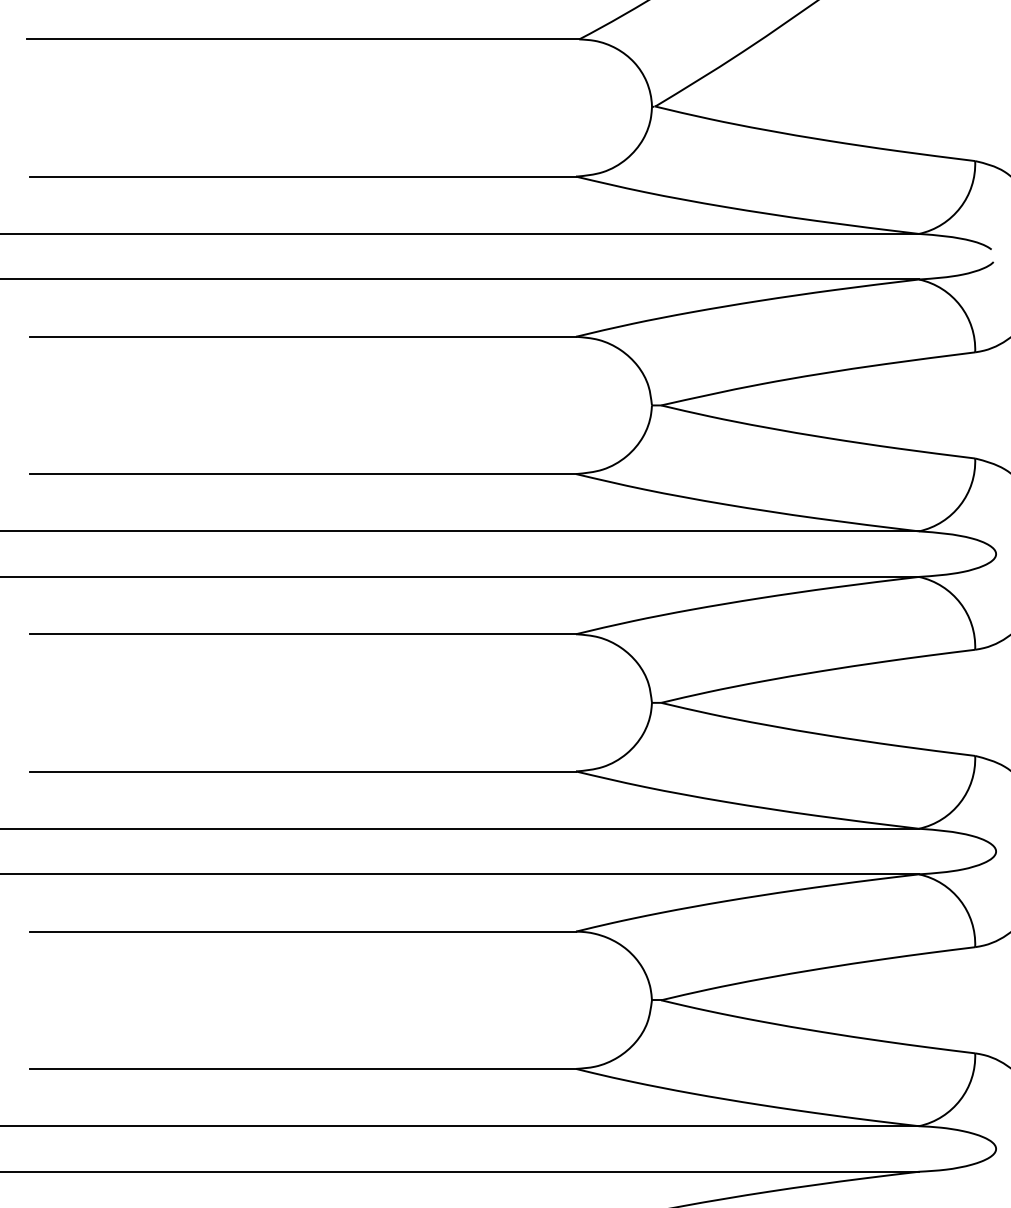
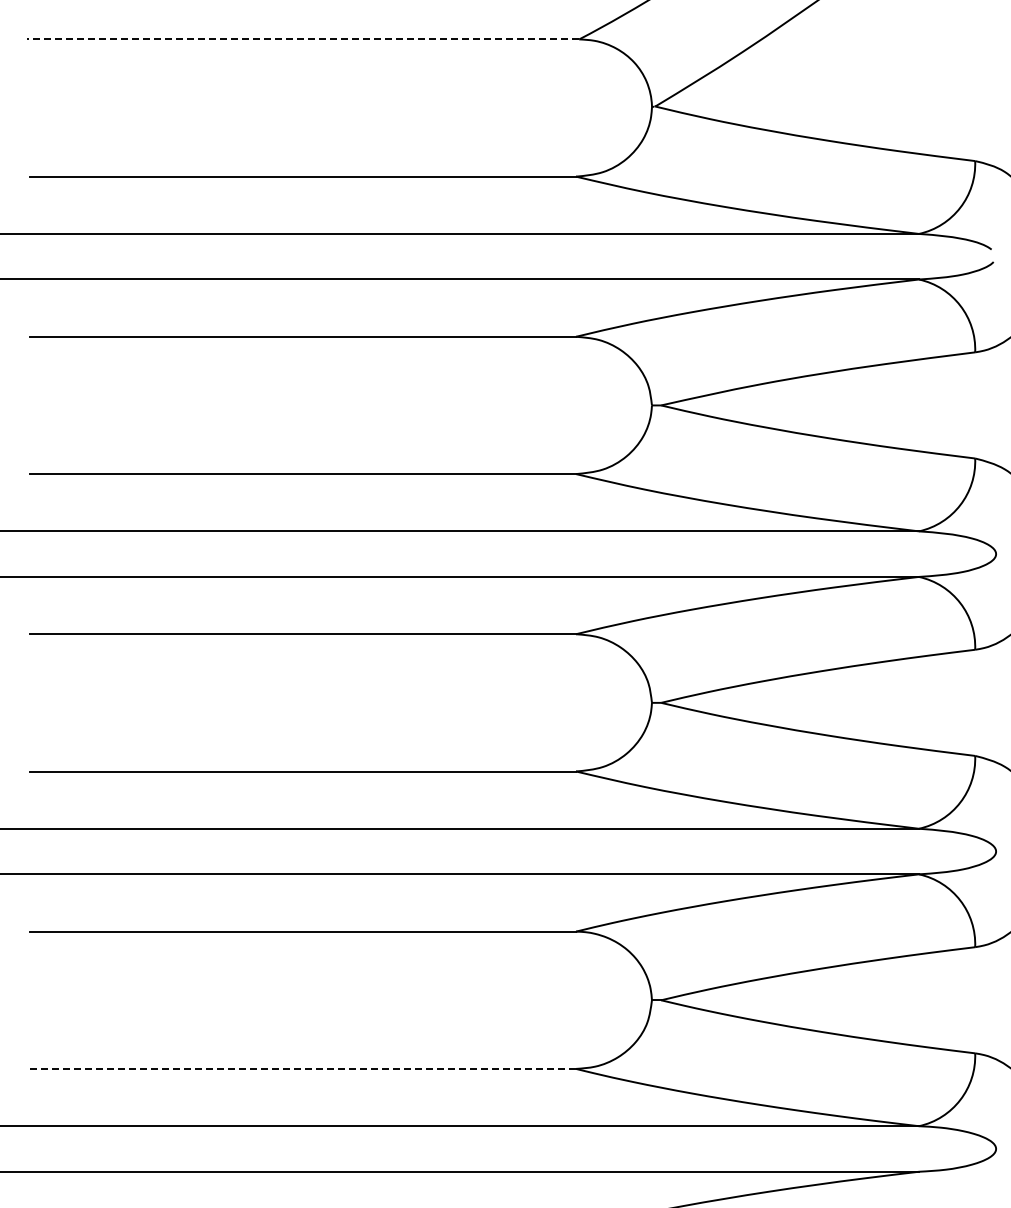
line at (302, 39): solid -> dashed
line at (303, 1068): solid -> dashed
